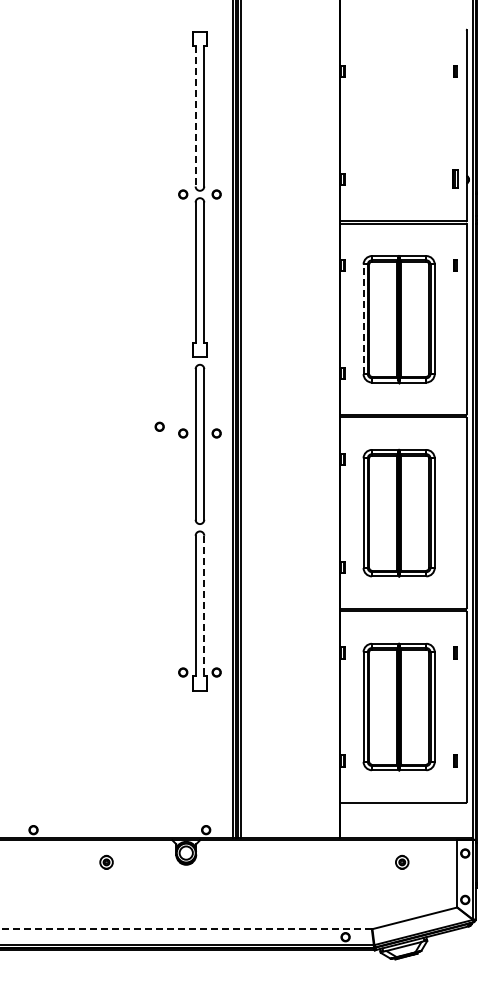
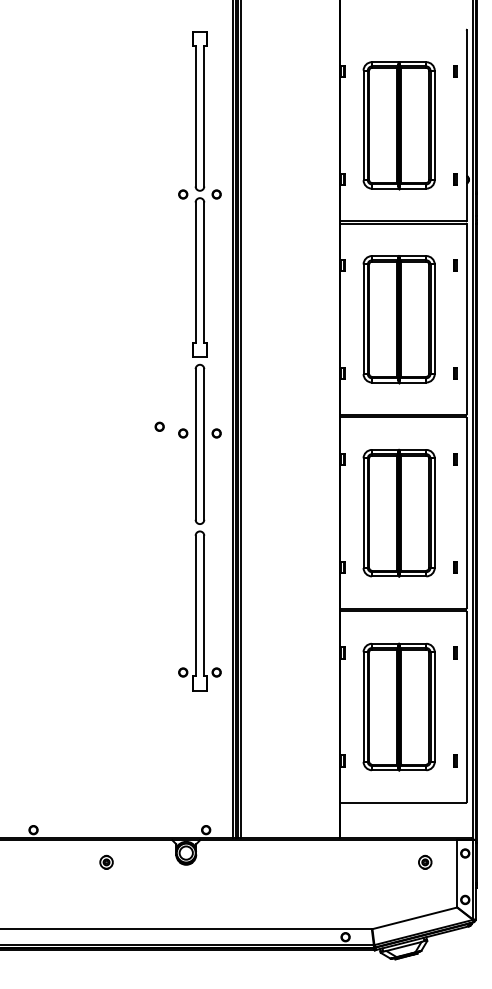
line at (195, 116): dashed -> solid
part at (398, 125): none -> present
part at (455, 178) size: 7x20 px -> 5x13 px
line at (363, 319): dashed -> solid
part at (455, 373): none -> present
part at (455, 459): none -> present
part at (455, 567): none -> present
line at (204, 606): dashed -> solid
part at (402, 861) position: (402, 861) -> (425, 861)
line at (186, 929): dashed -> solid
